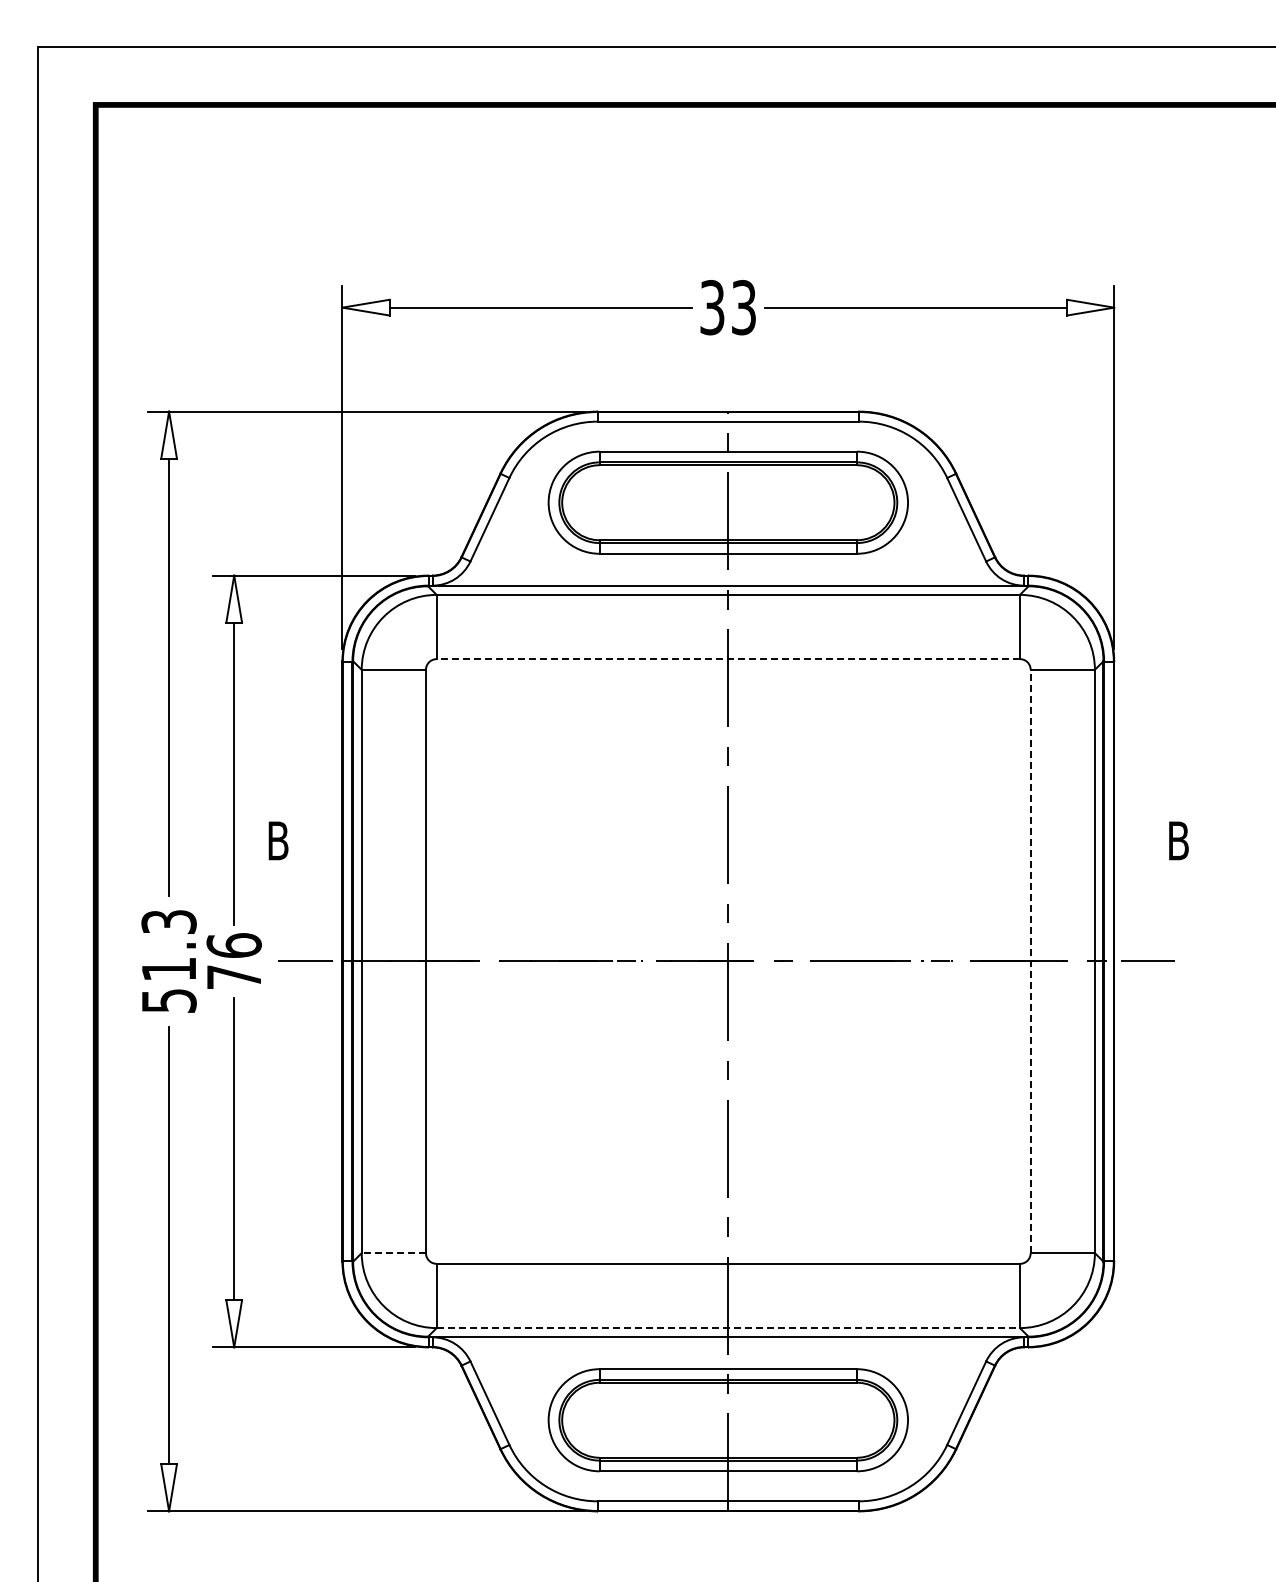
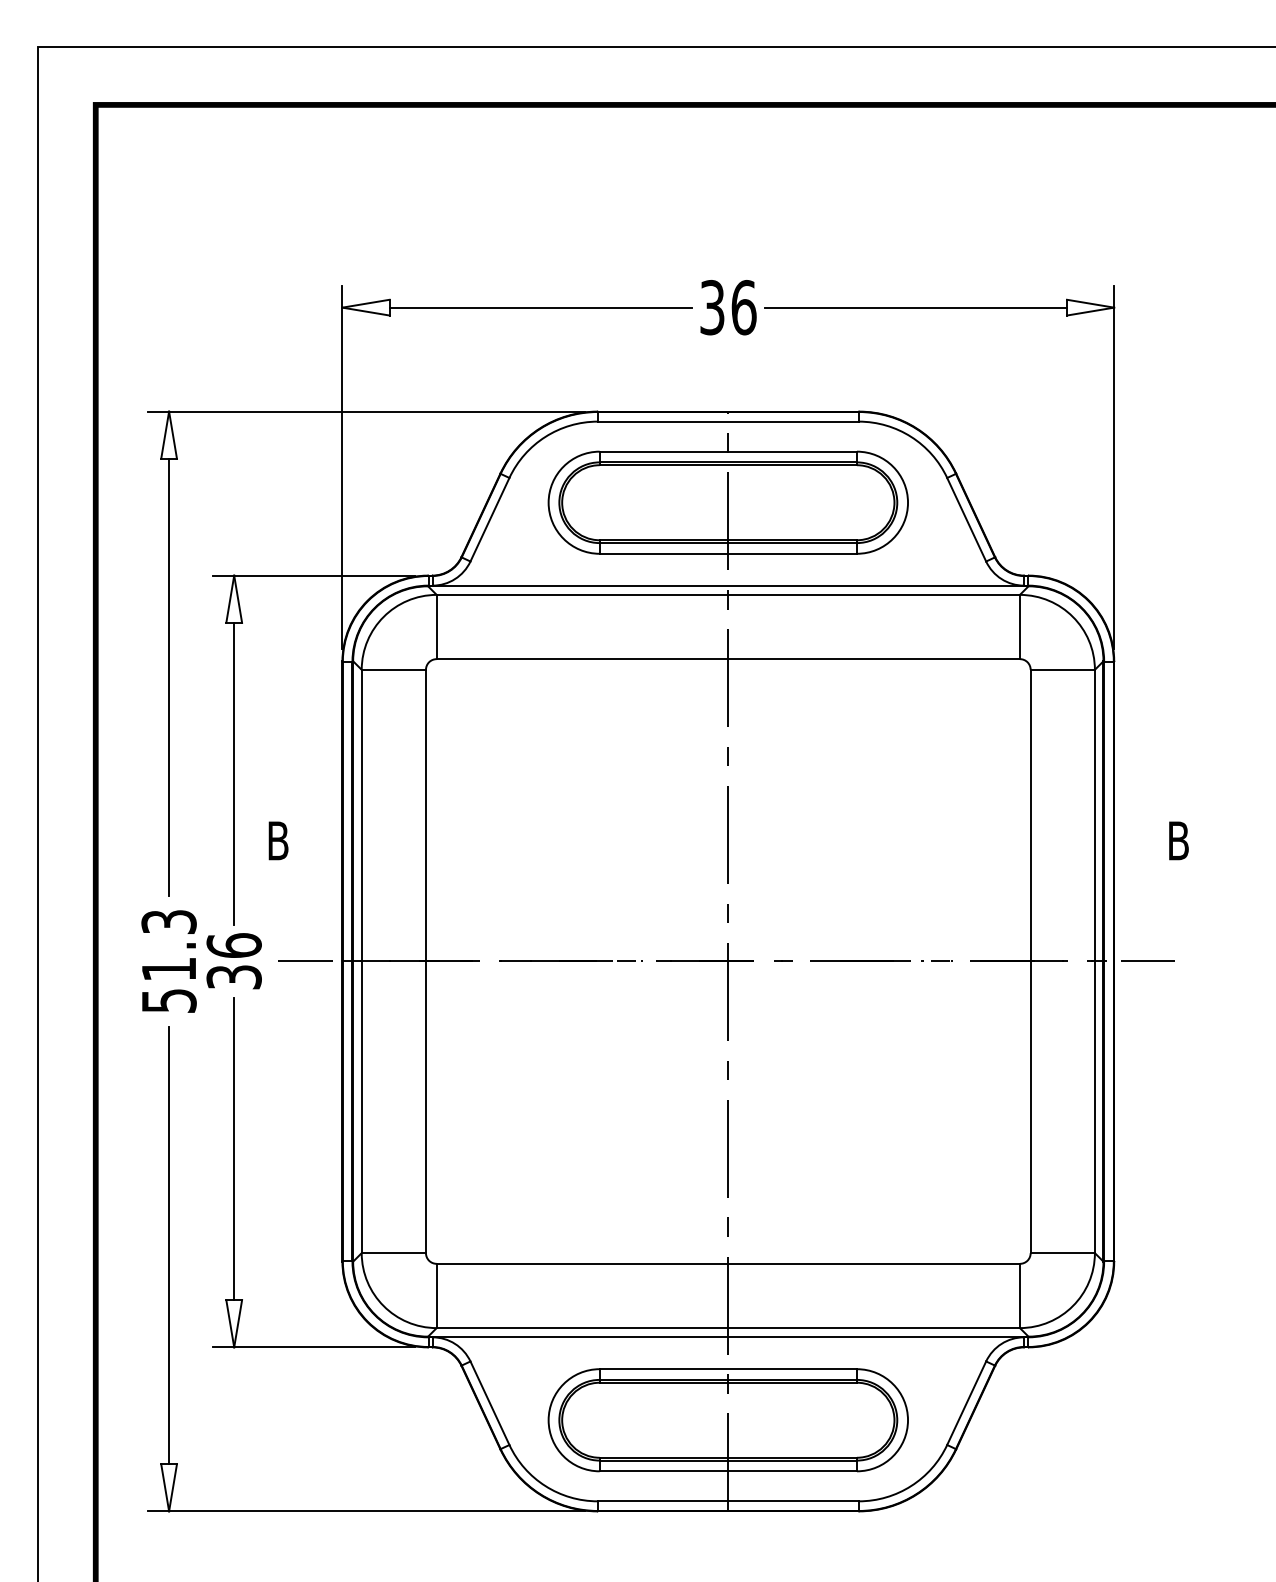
text at (743, 307): 33 -> 36
line at (728, 659): dashed -> solid
line at (1030, 961): dashed -> solid
text at (233, 977): 76 -> 36
line at (393, 1253): dashed -> solid
line at (728, 1328): dashed -> solid
